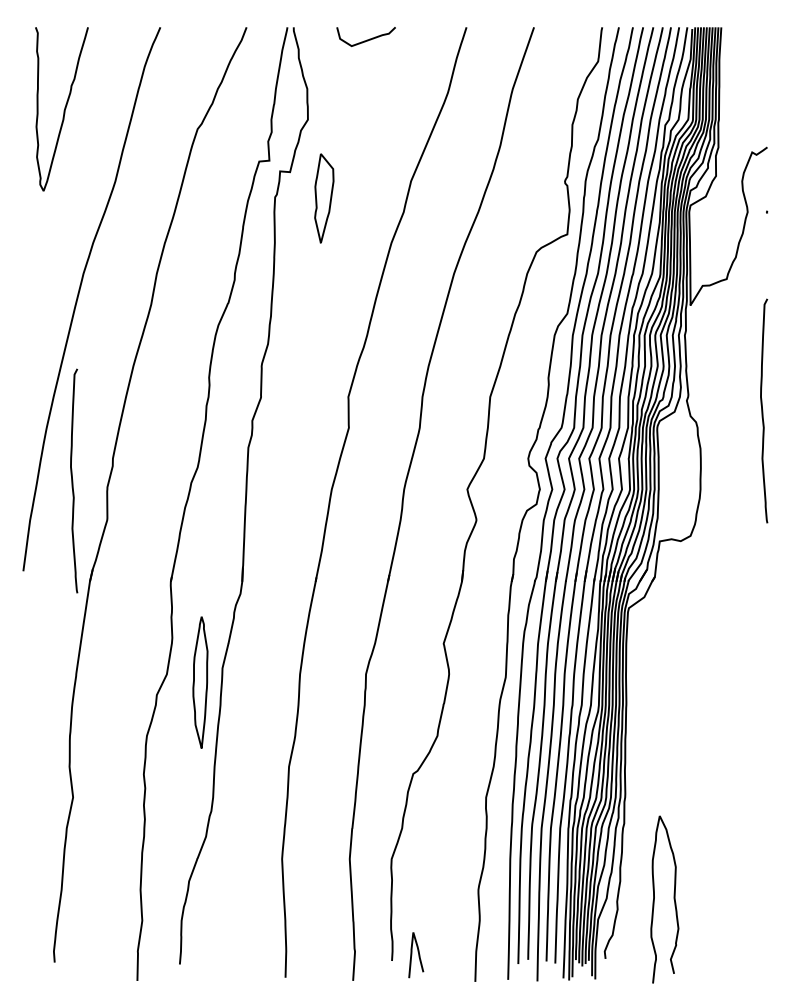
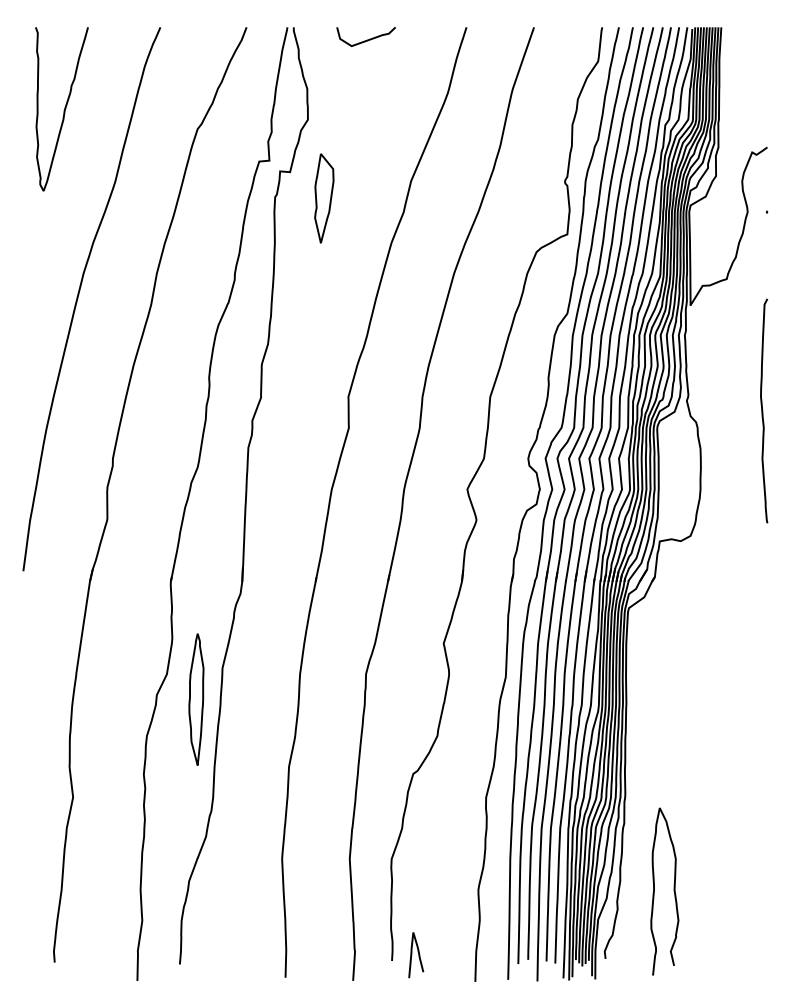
curve at (73, 480): present -> none
part at (200, 682) position: (200, 682) -> (196, 699)
curve at (673, 899) position: (673, 899) -> (673, 891)
